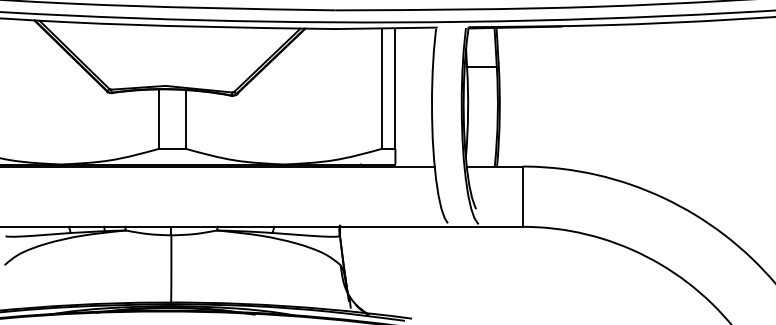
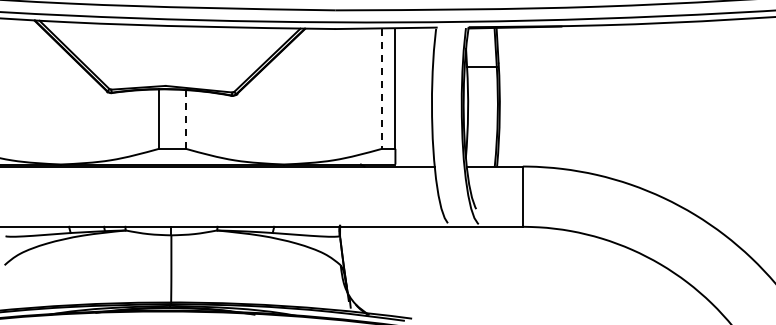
line at (382, 89): solid -> dashed
line at (185, 118): solid -> dashed
